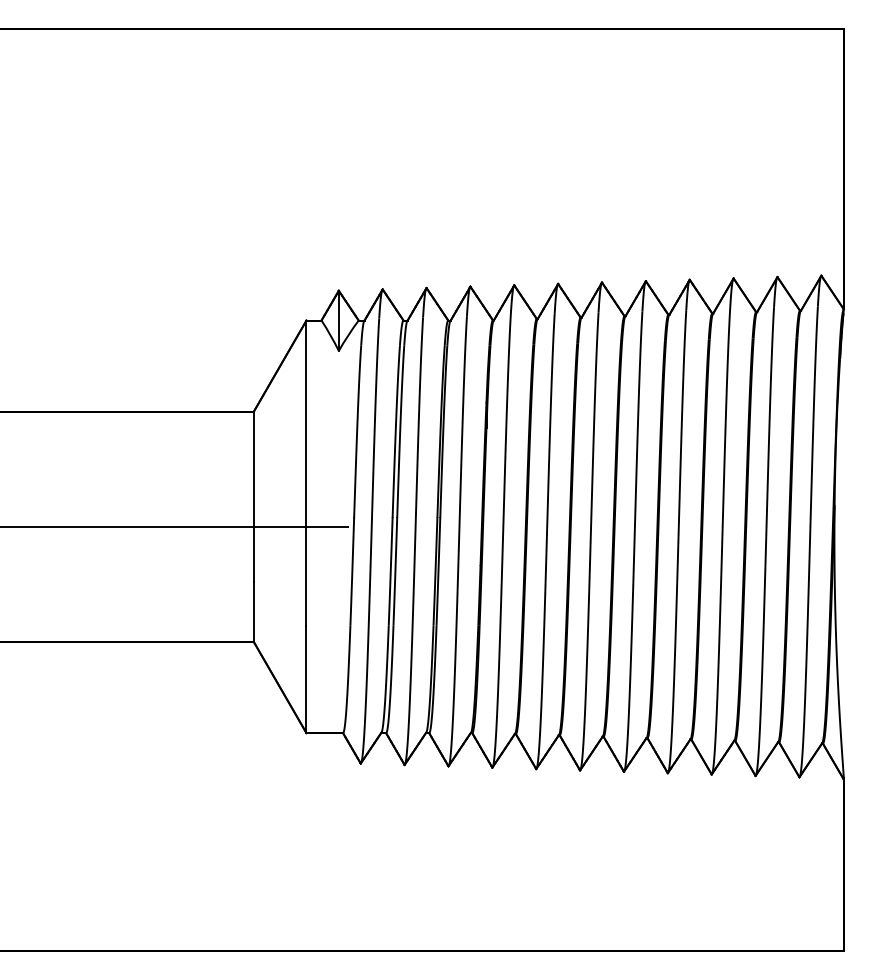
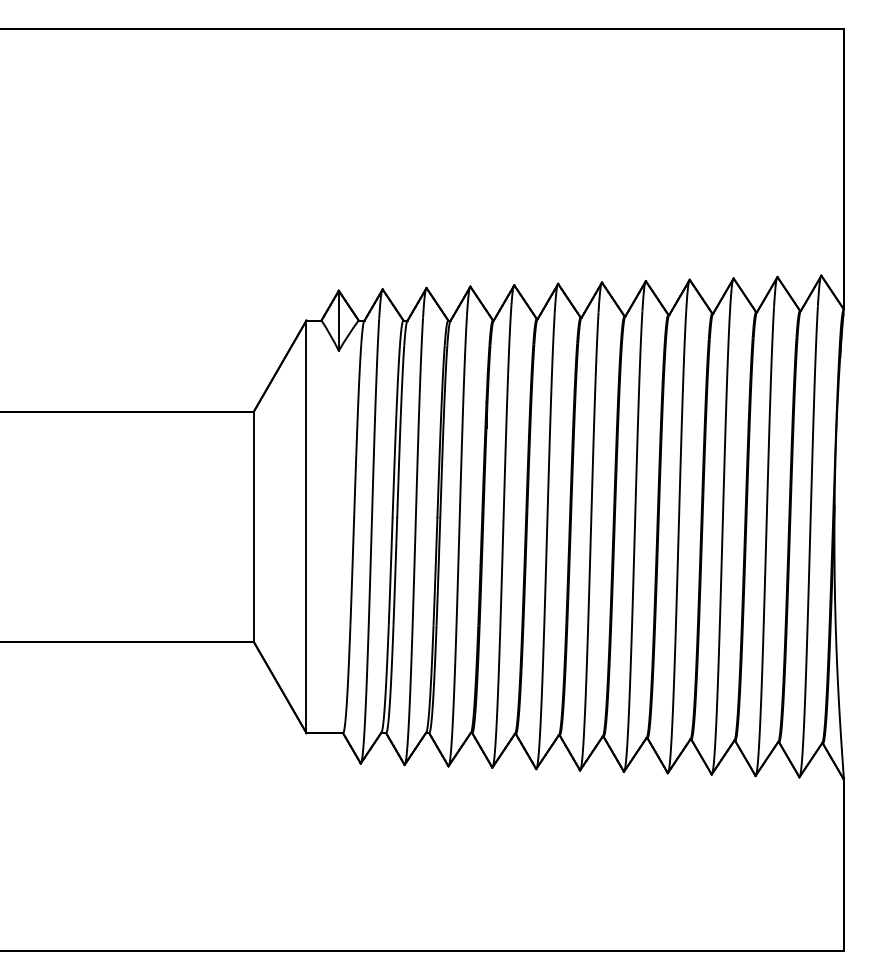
line at (175, 526): present -> none
